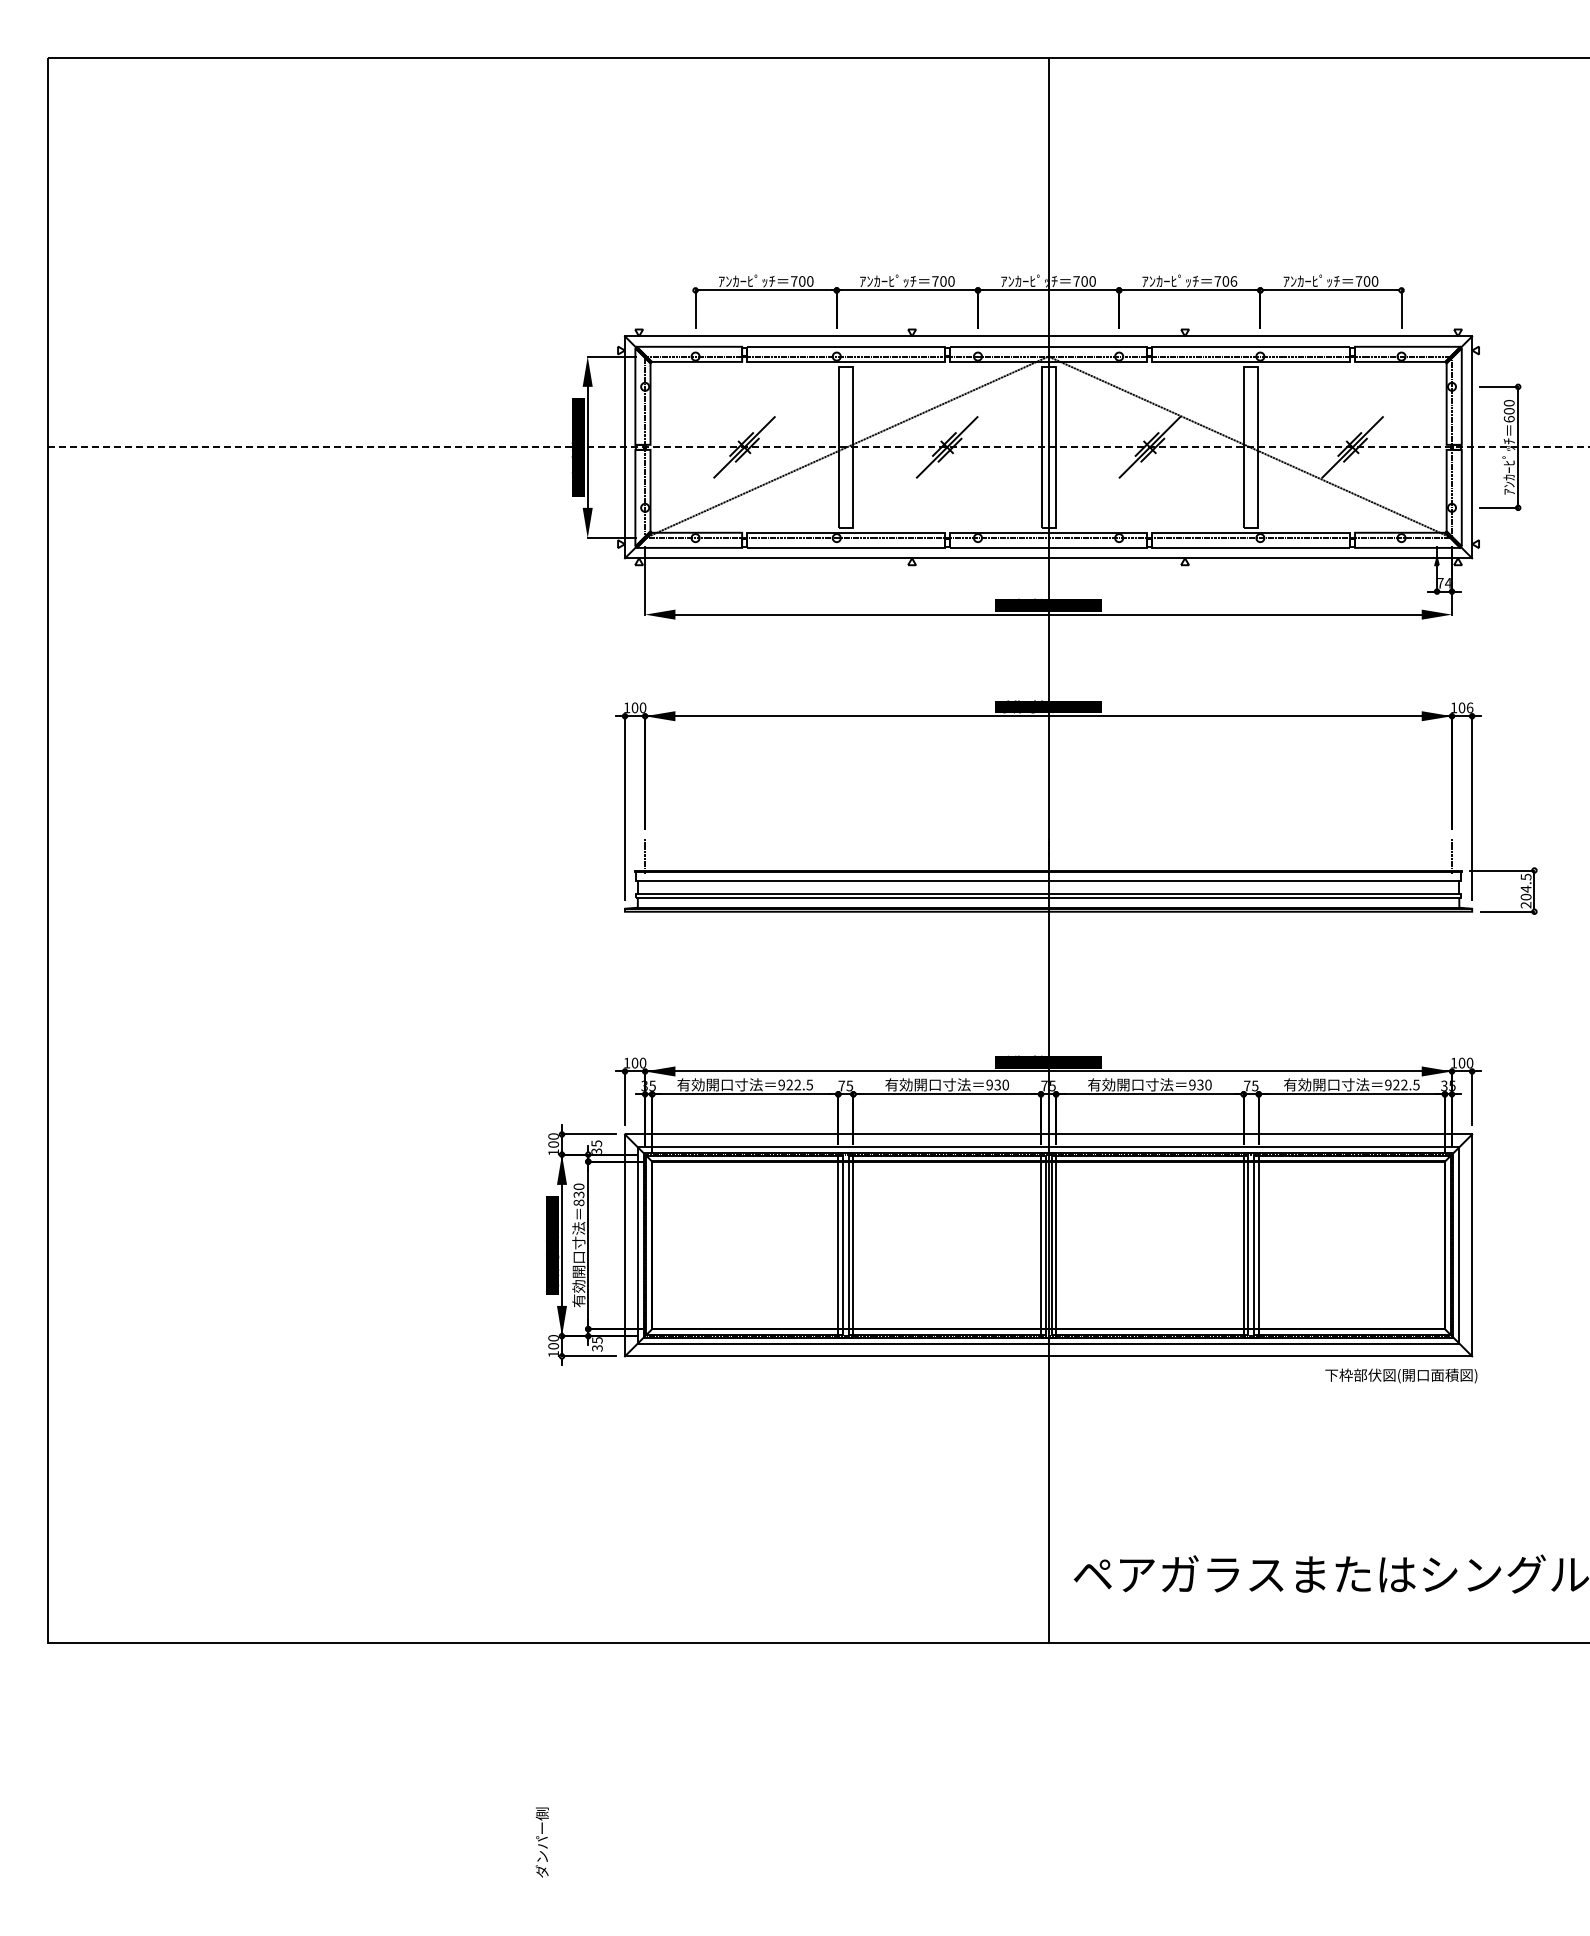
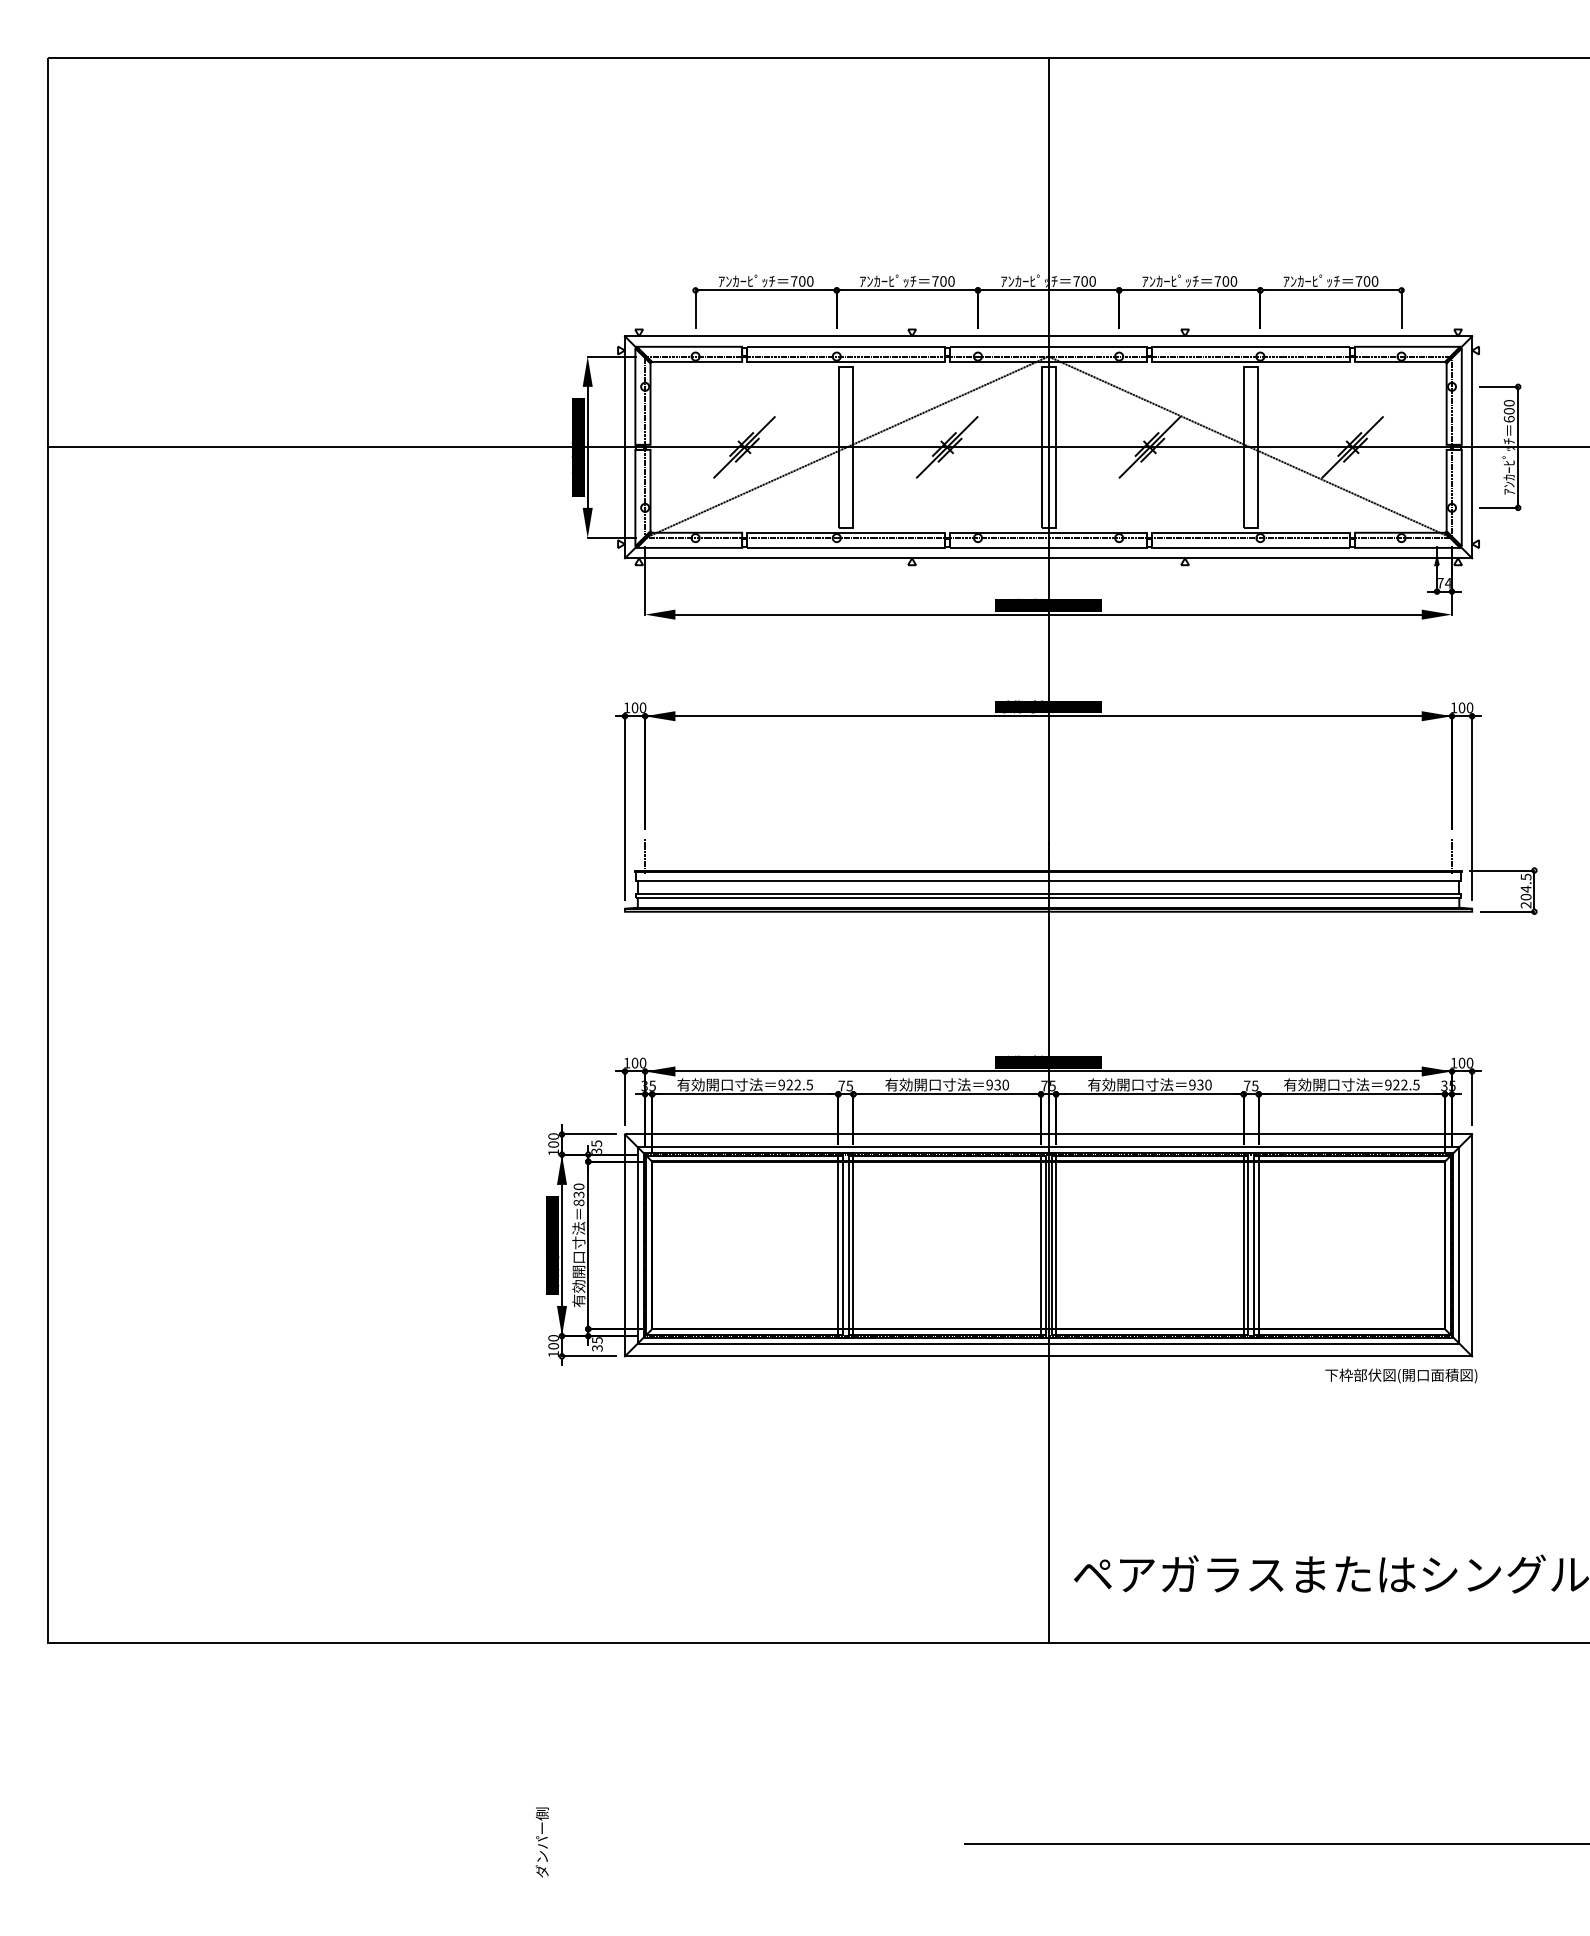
text at (1233, 281): 706 -> 700
line at (818, 447): dashed -> solid
text at (1469, 707): 106 -> 100
line at (1275, 1843): none -> present
